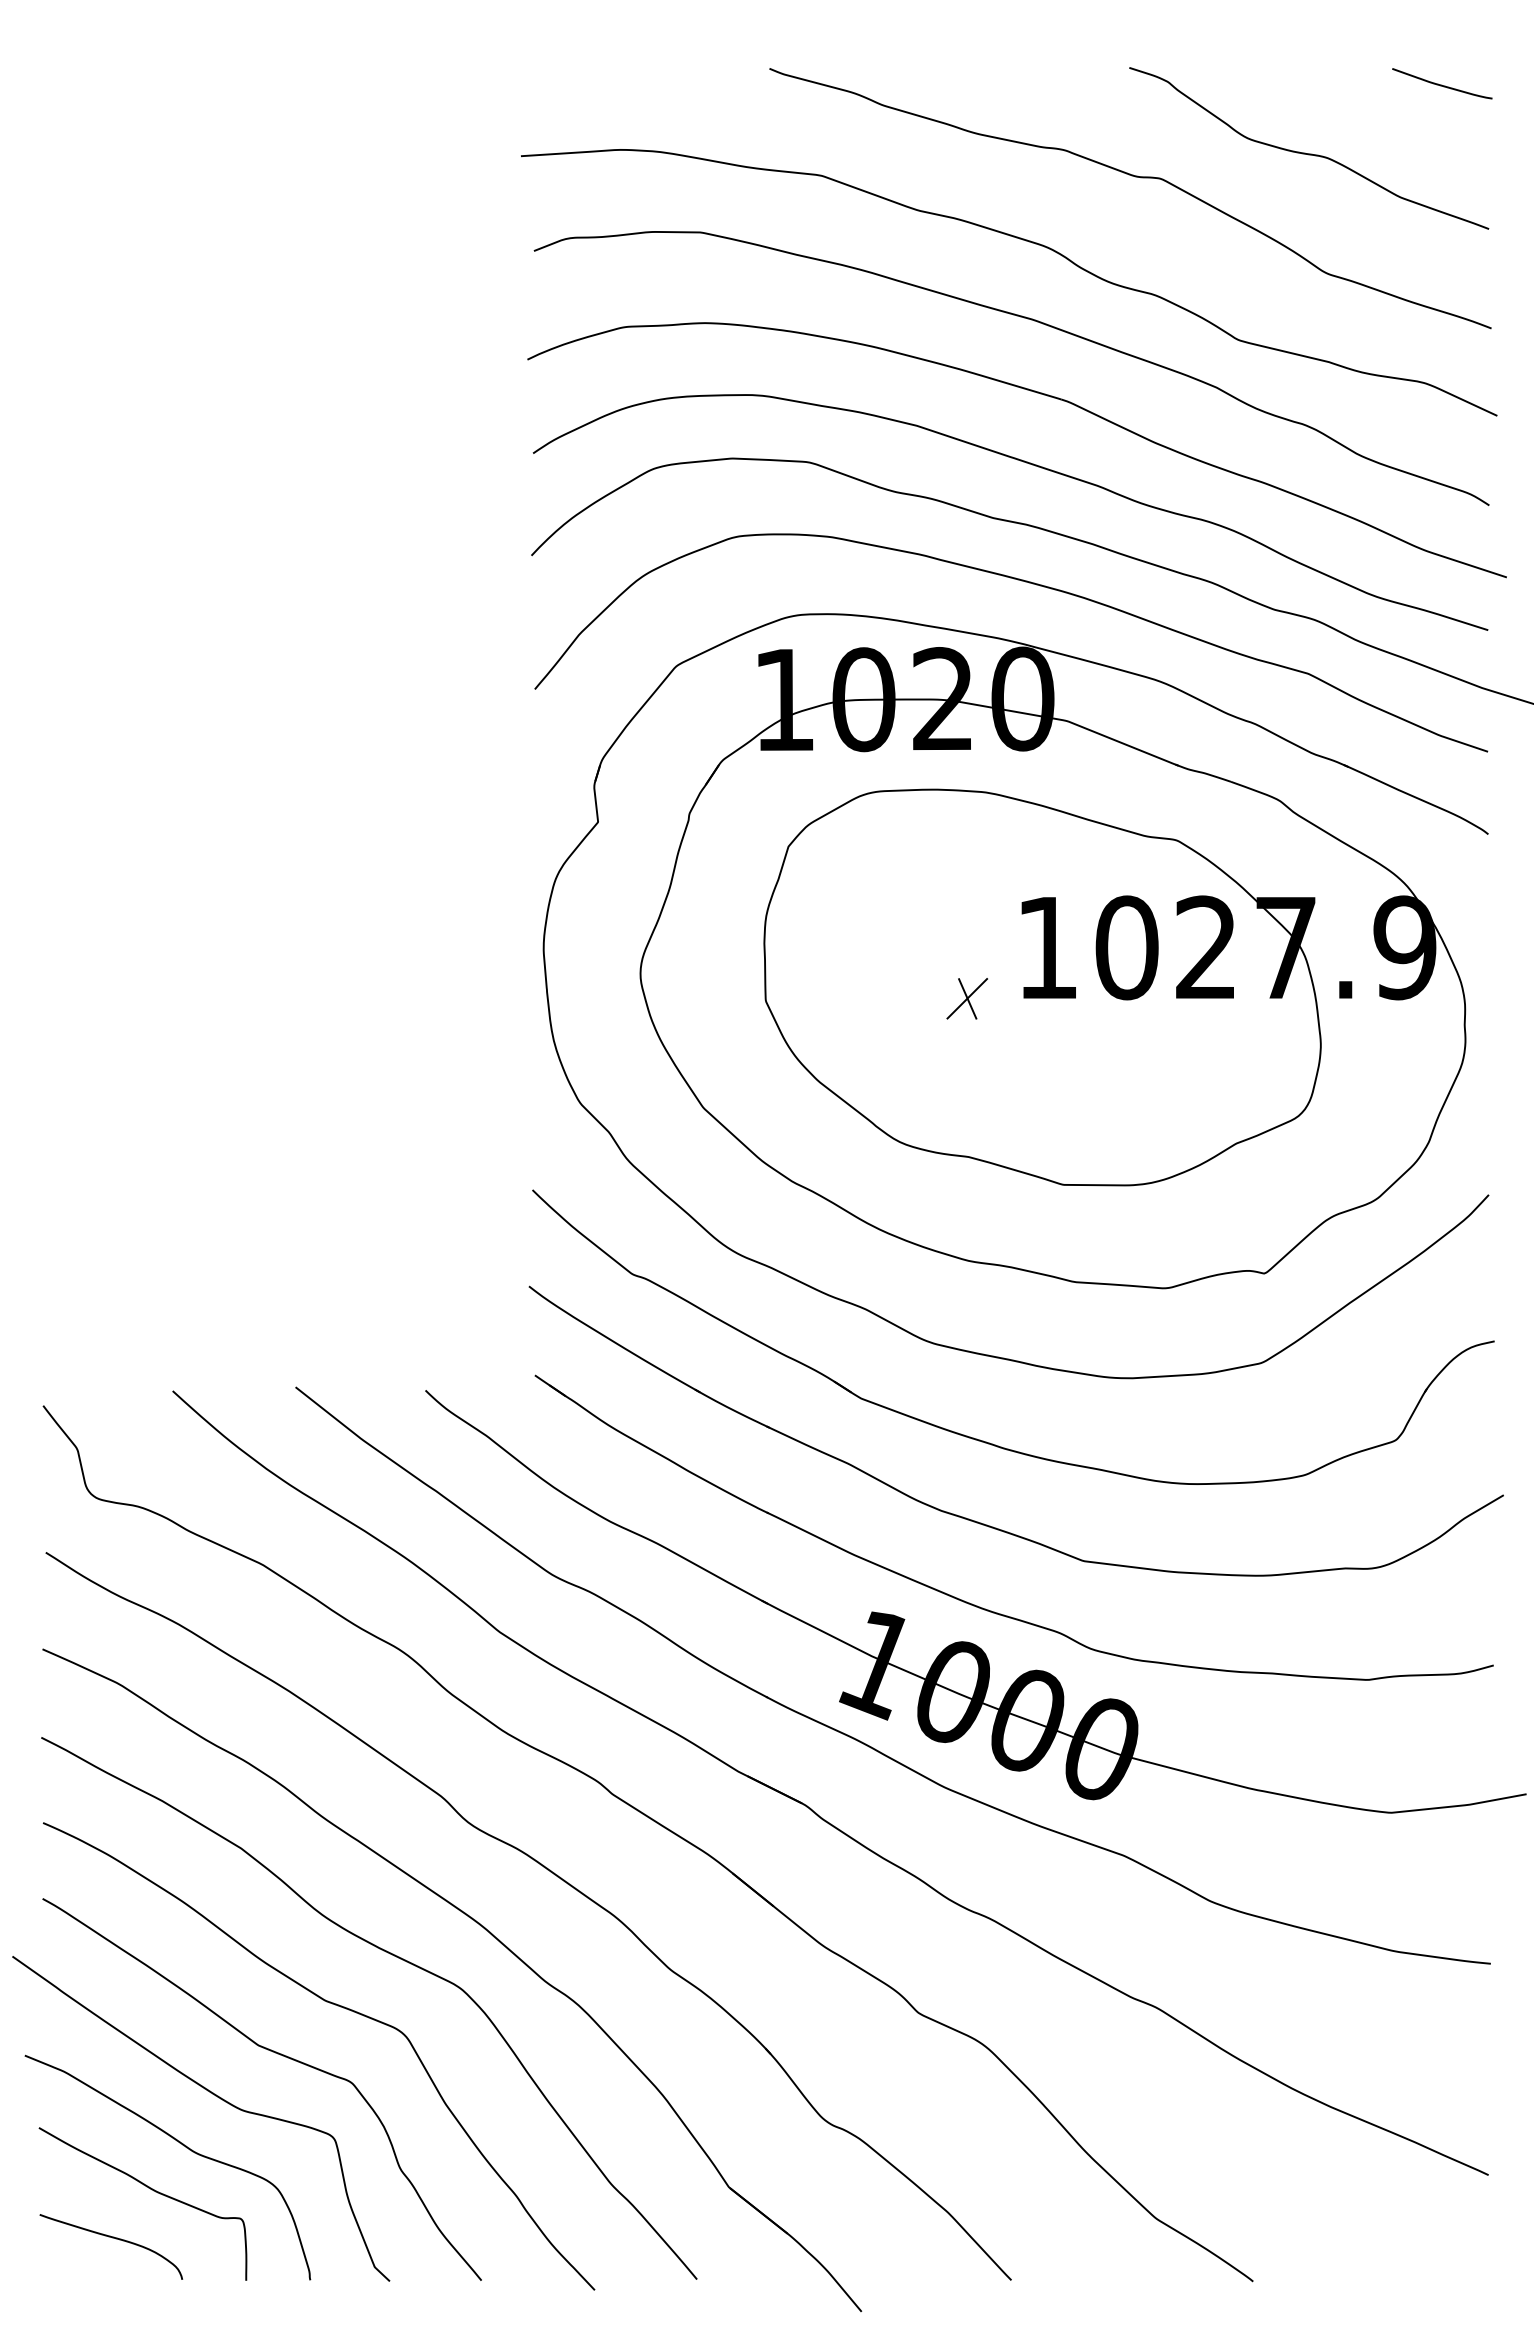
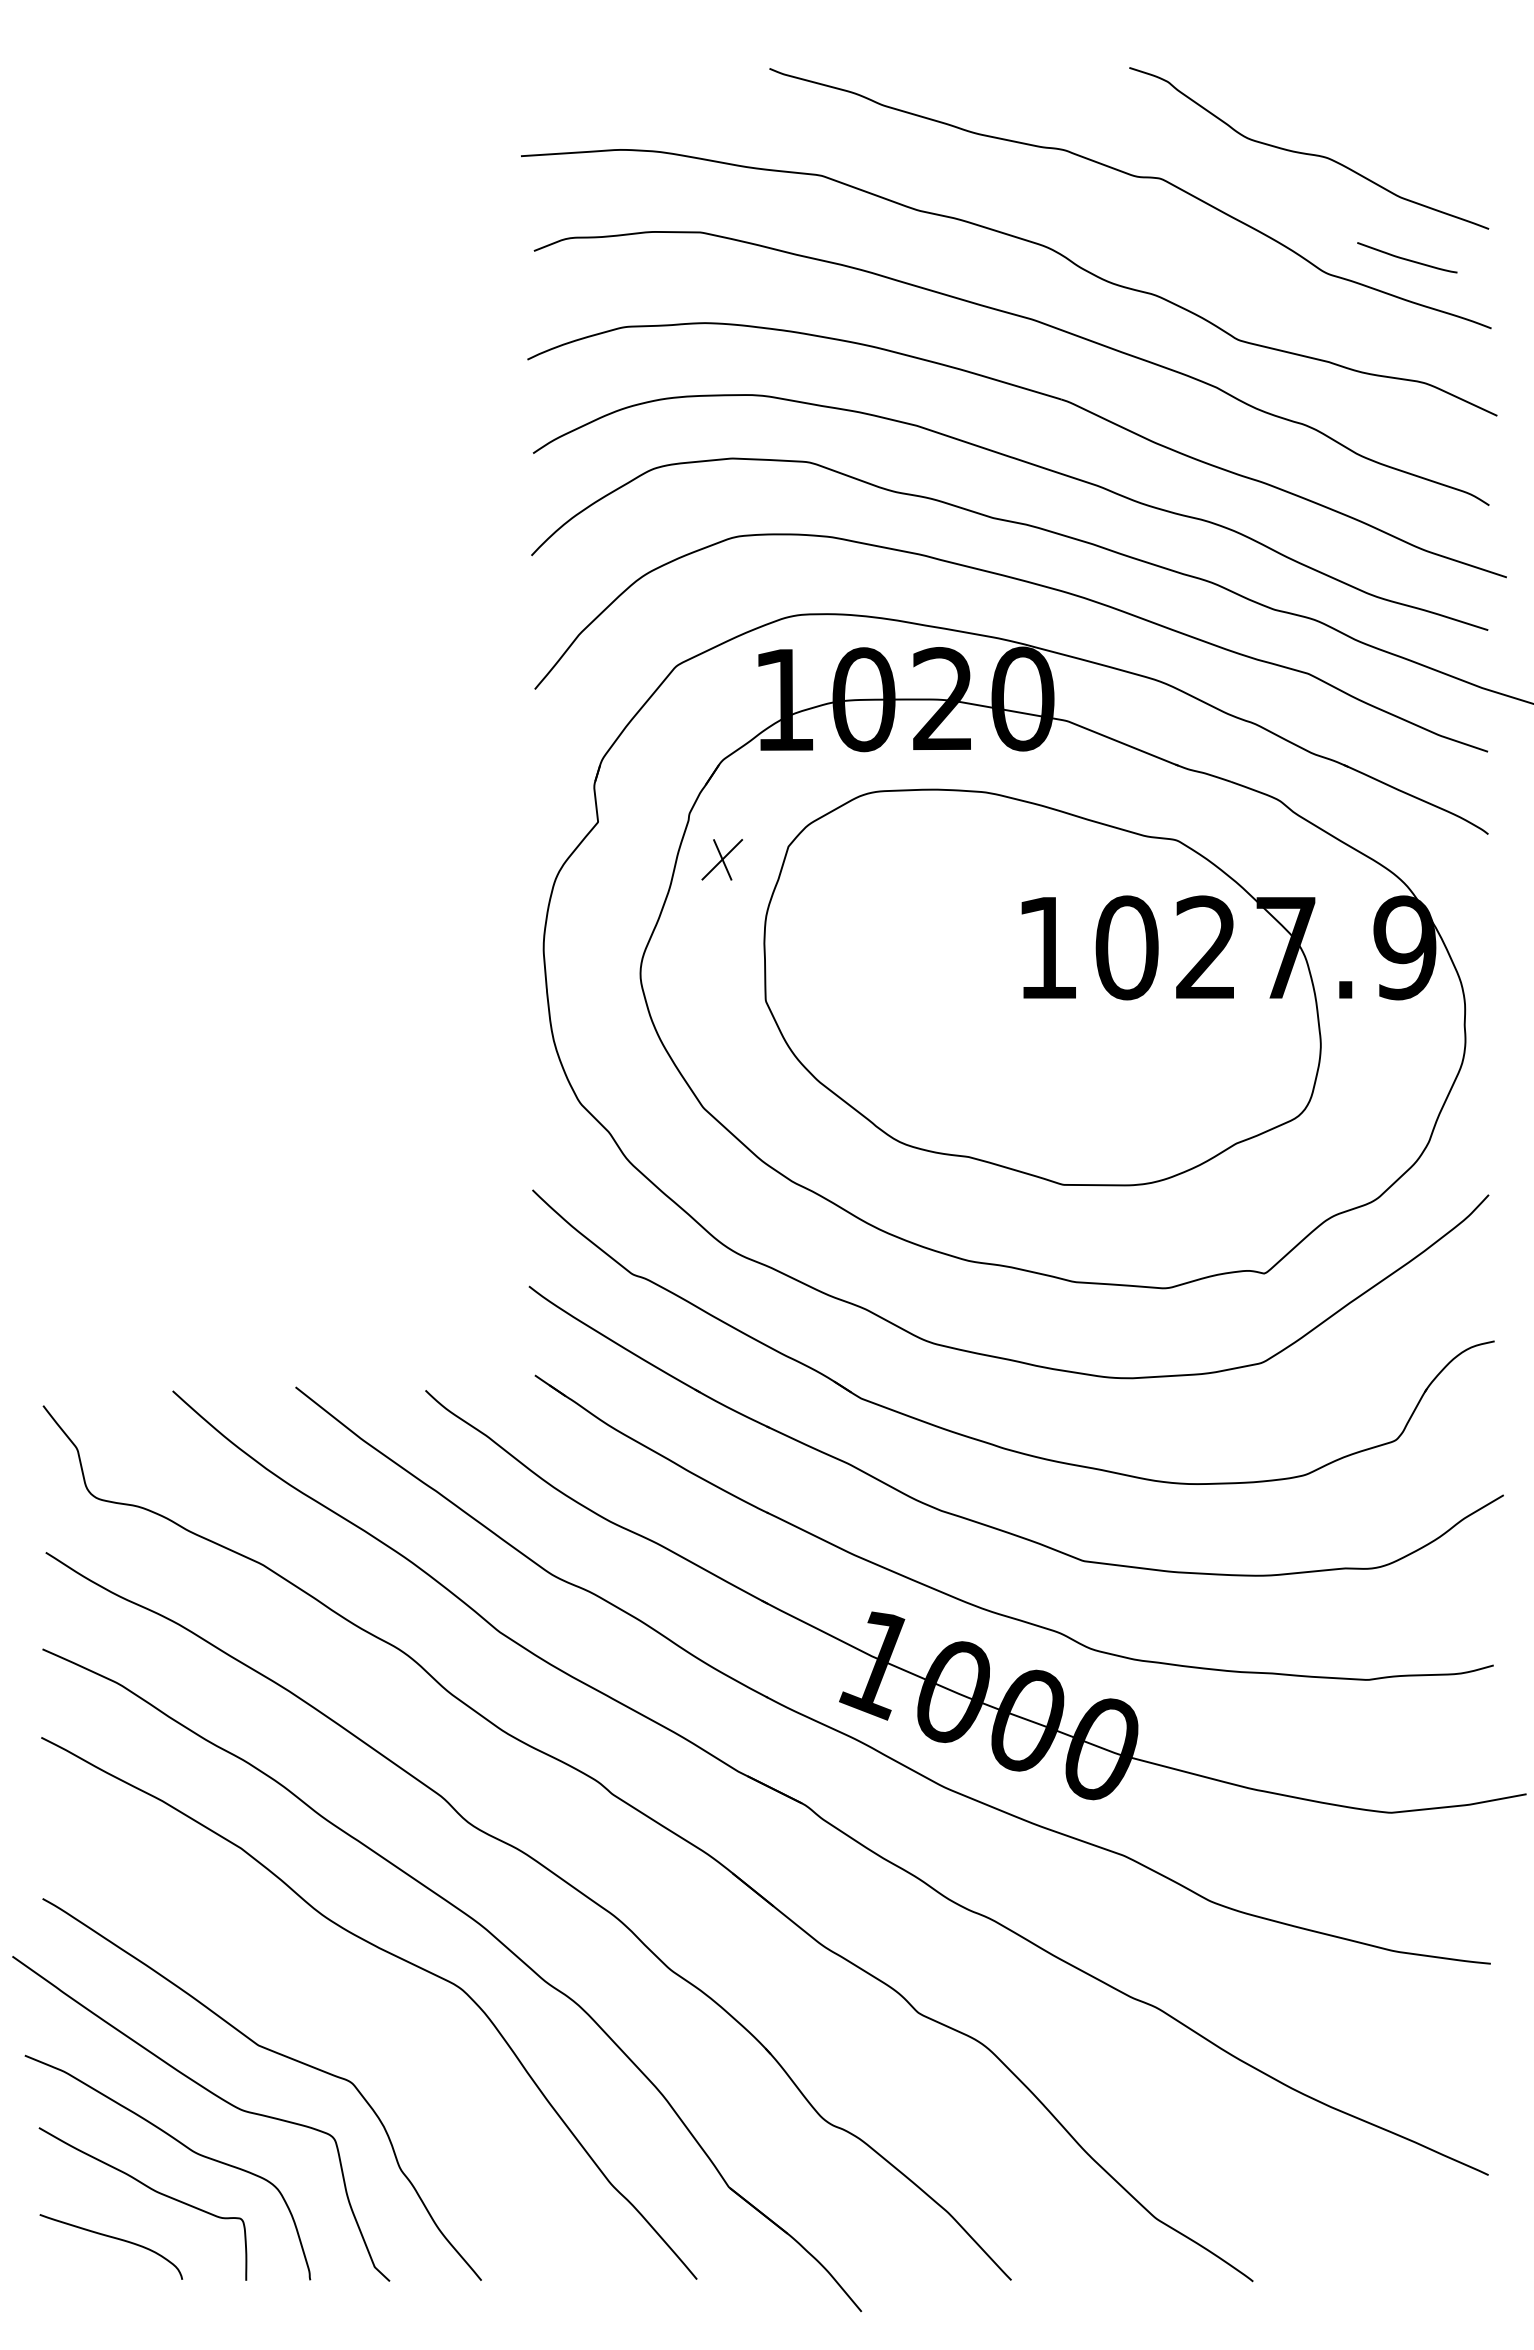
curve at (1441, 84) position: (1441, 84) -> (1406, 258)
part at (966, 998) position: (966, 998) -> (721, 859)
curve at (337, 2006): present -> none
